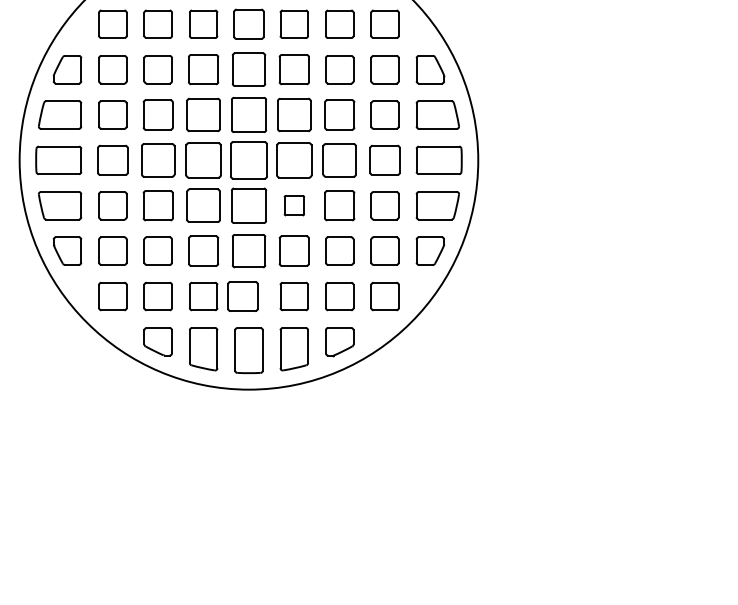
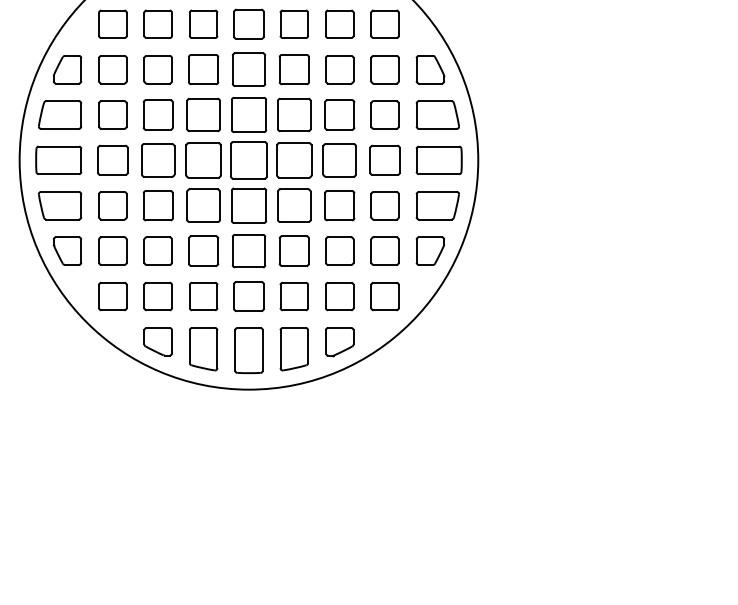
part at (293, 205) size: 22x22 px -> 35x35 px
part at (242, 296) position: (242, 296) -> (248, 296)
